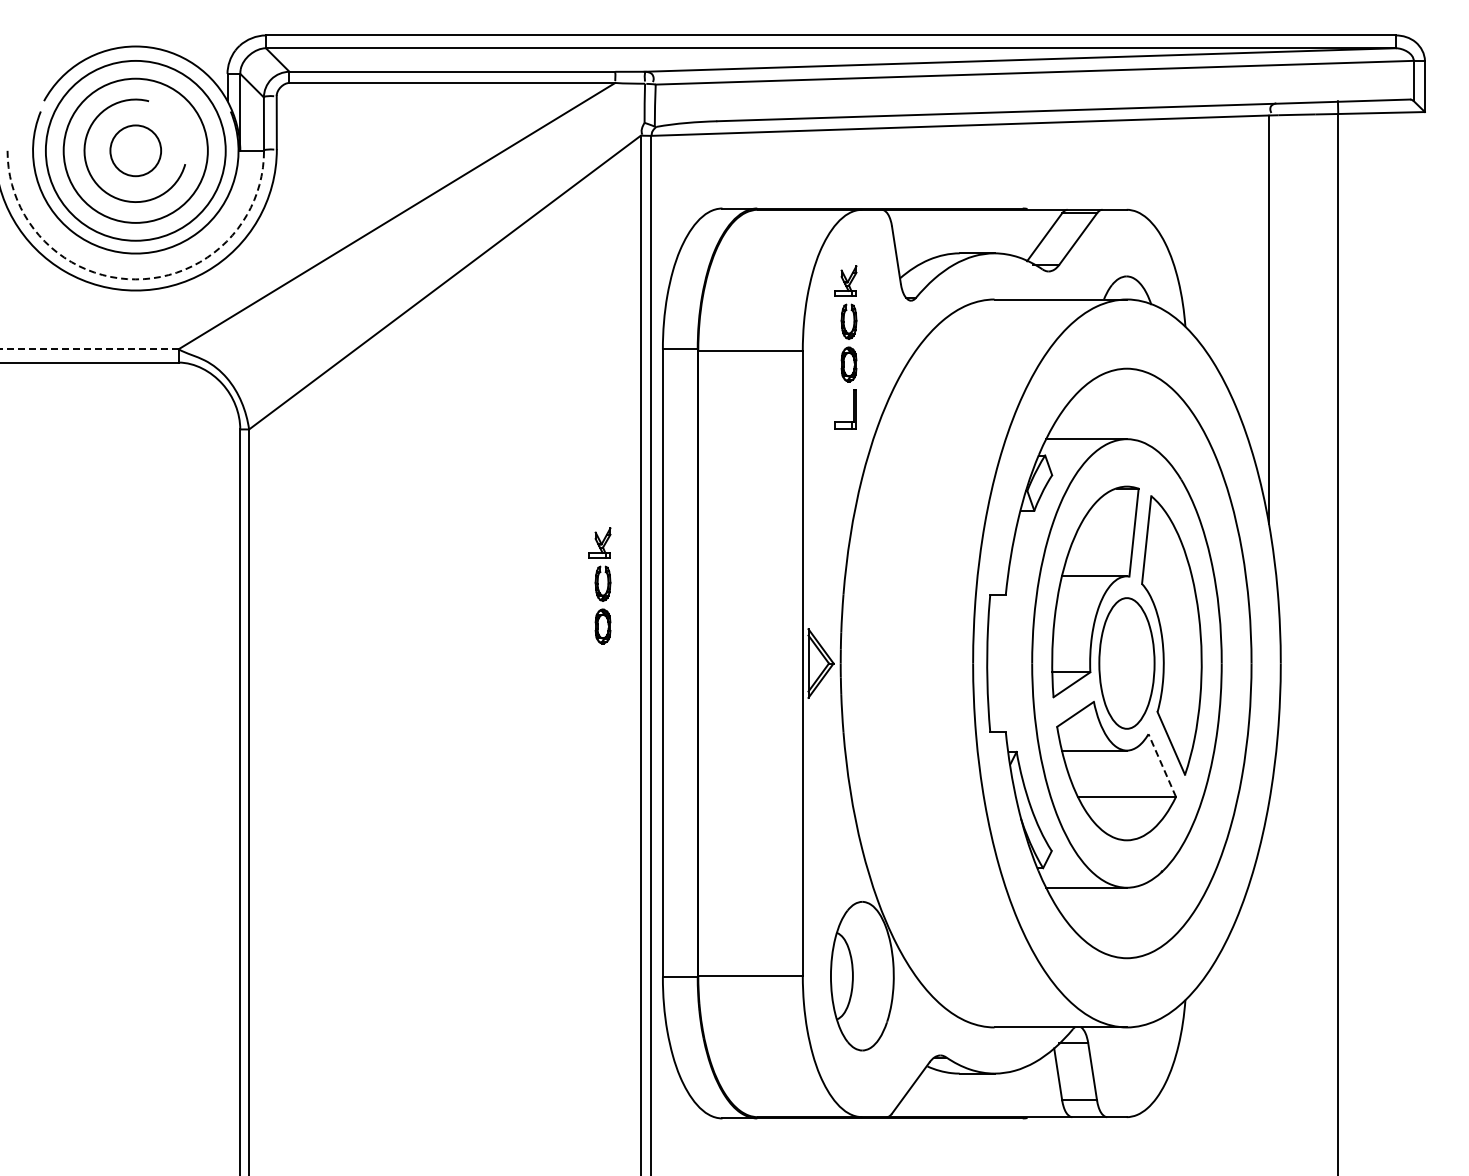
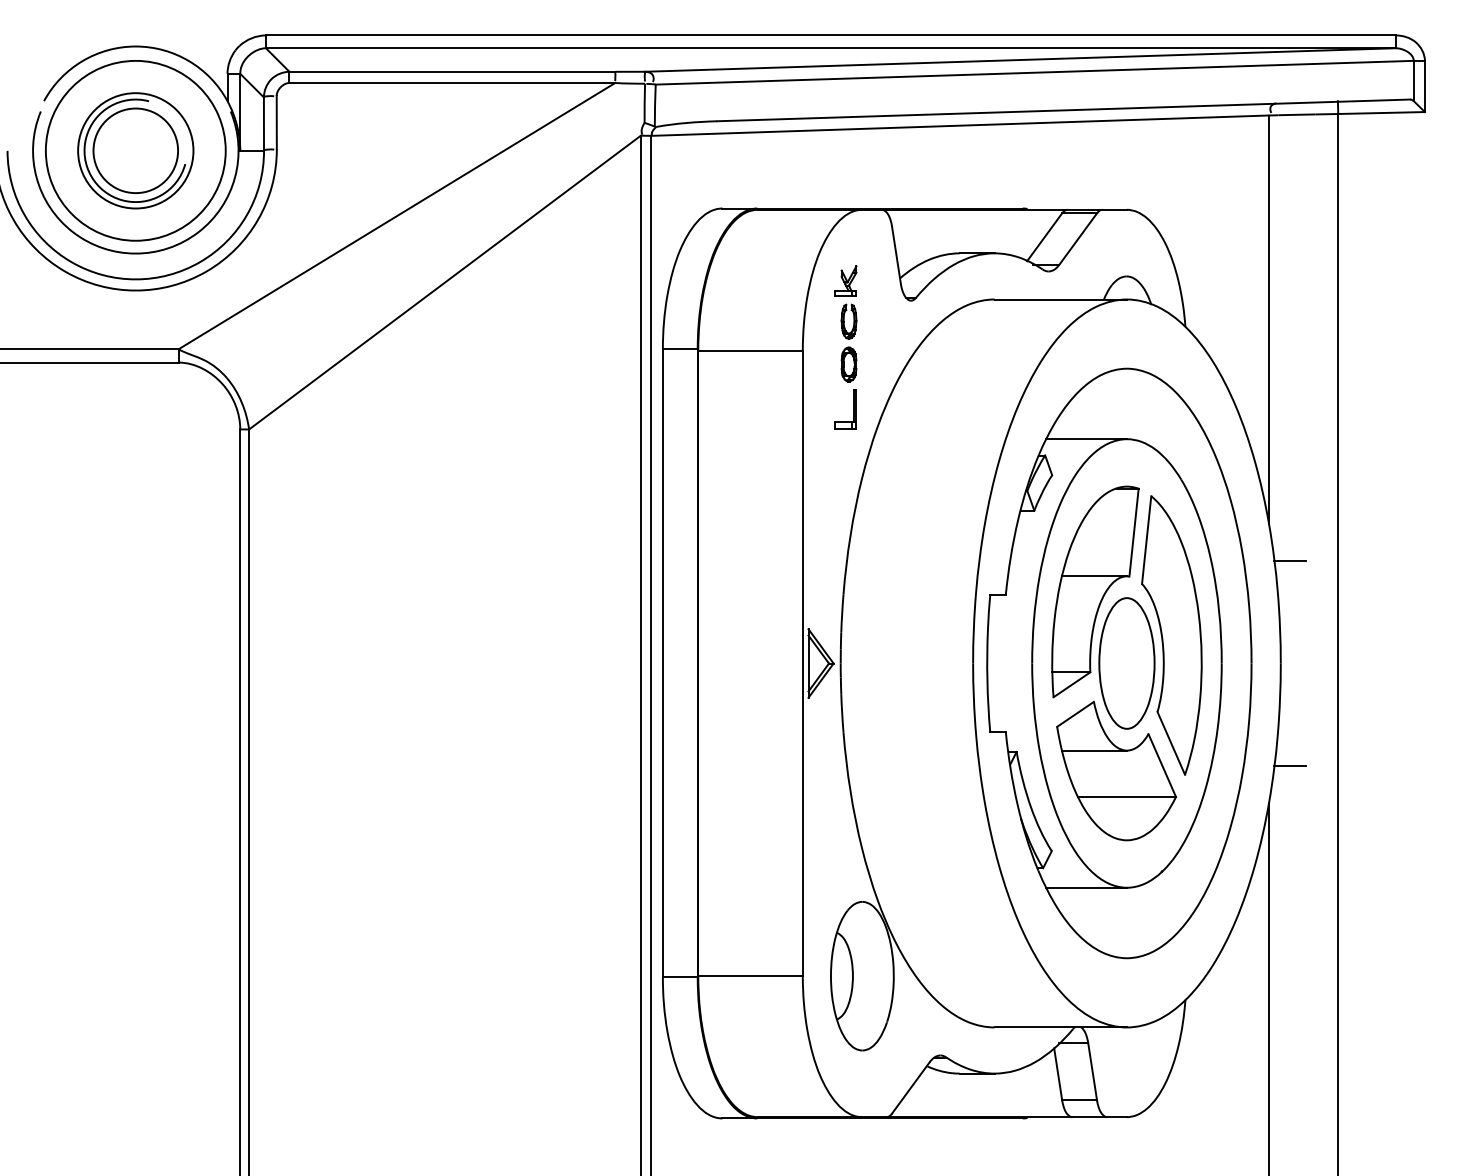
circle at (135, 150) diameter: 144 px -> 115 px
circle at (135, 150) diameter: 51 px -> 85 px
arc at (135, 279): dashed -> solid
line at (88, 349): dashed -> solid
line at (1289, 560): none -> present
part at (599, 585): present -> none
line at (1162, 765): dashed -> solid
line at (1289, 766): none -> present
line at (1268, 987): none -> present
